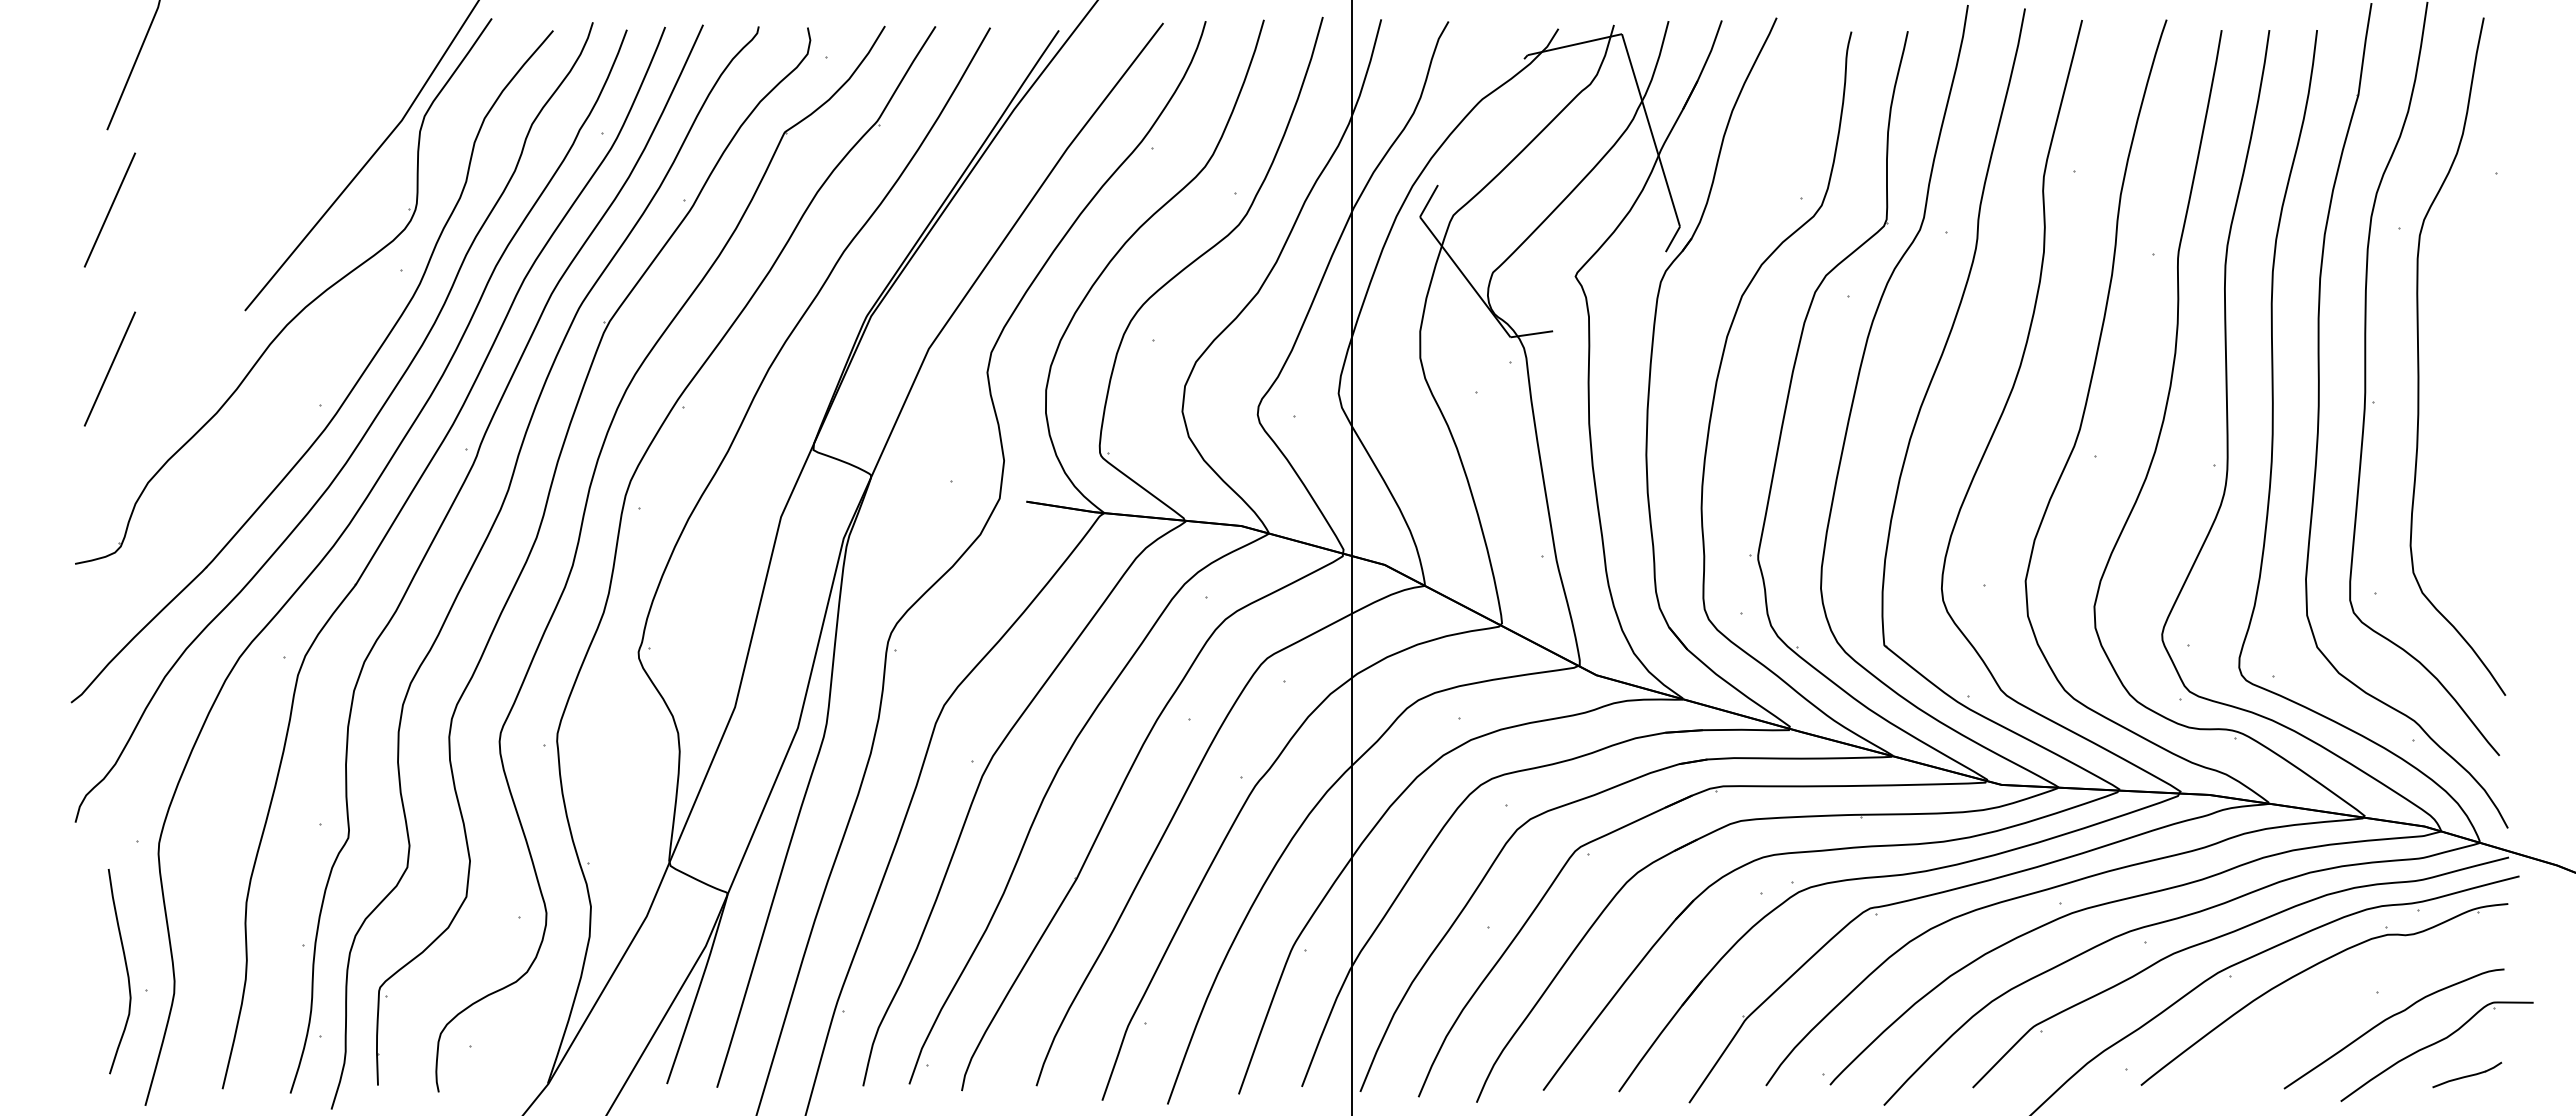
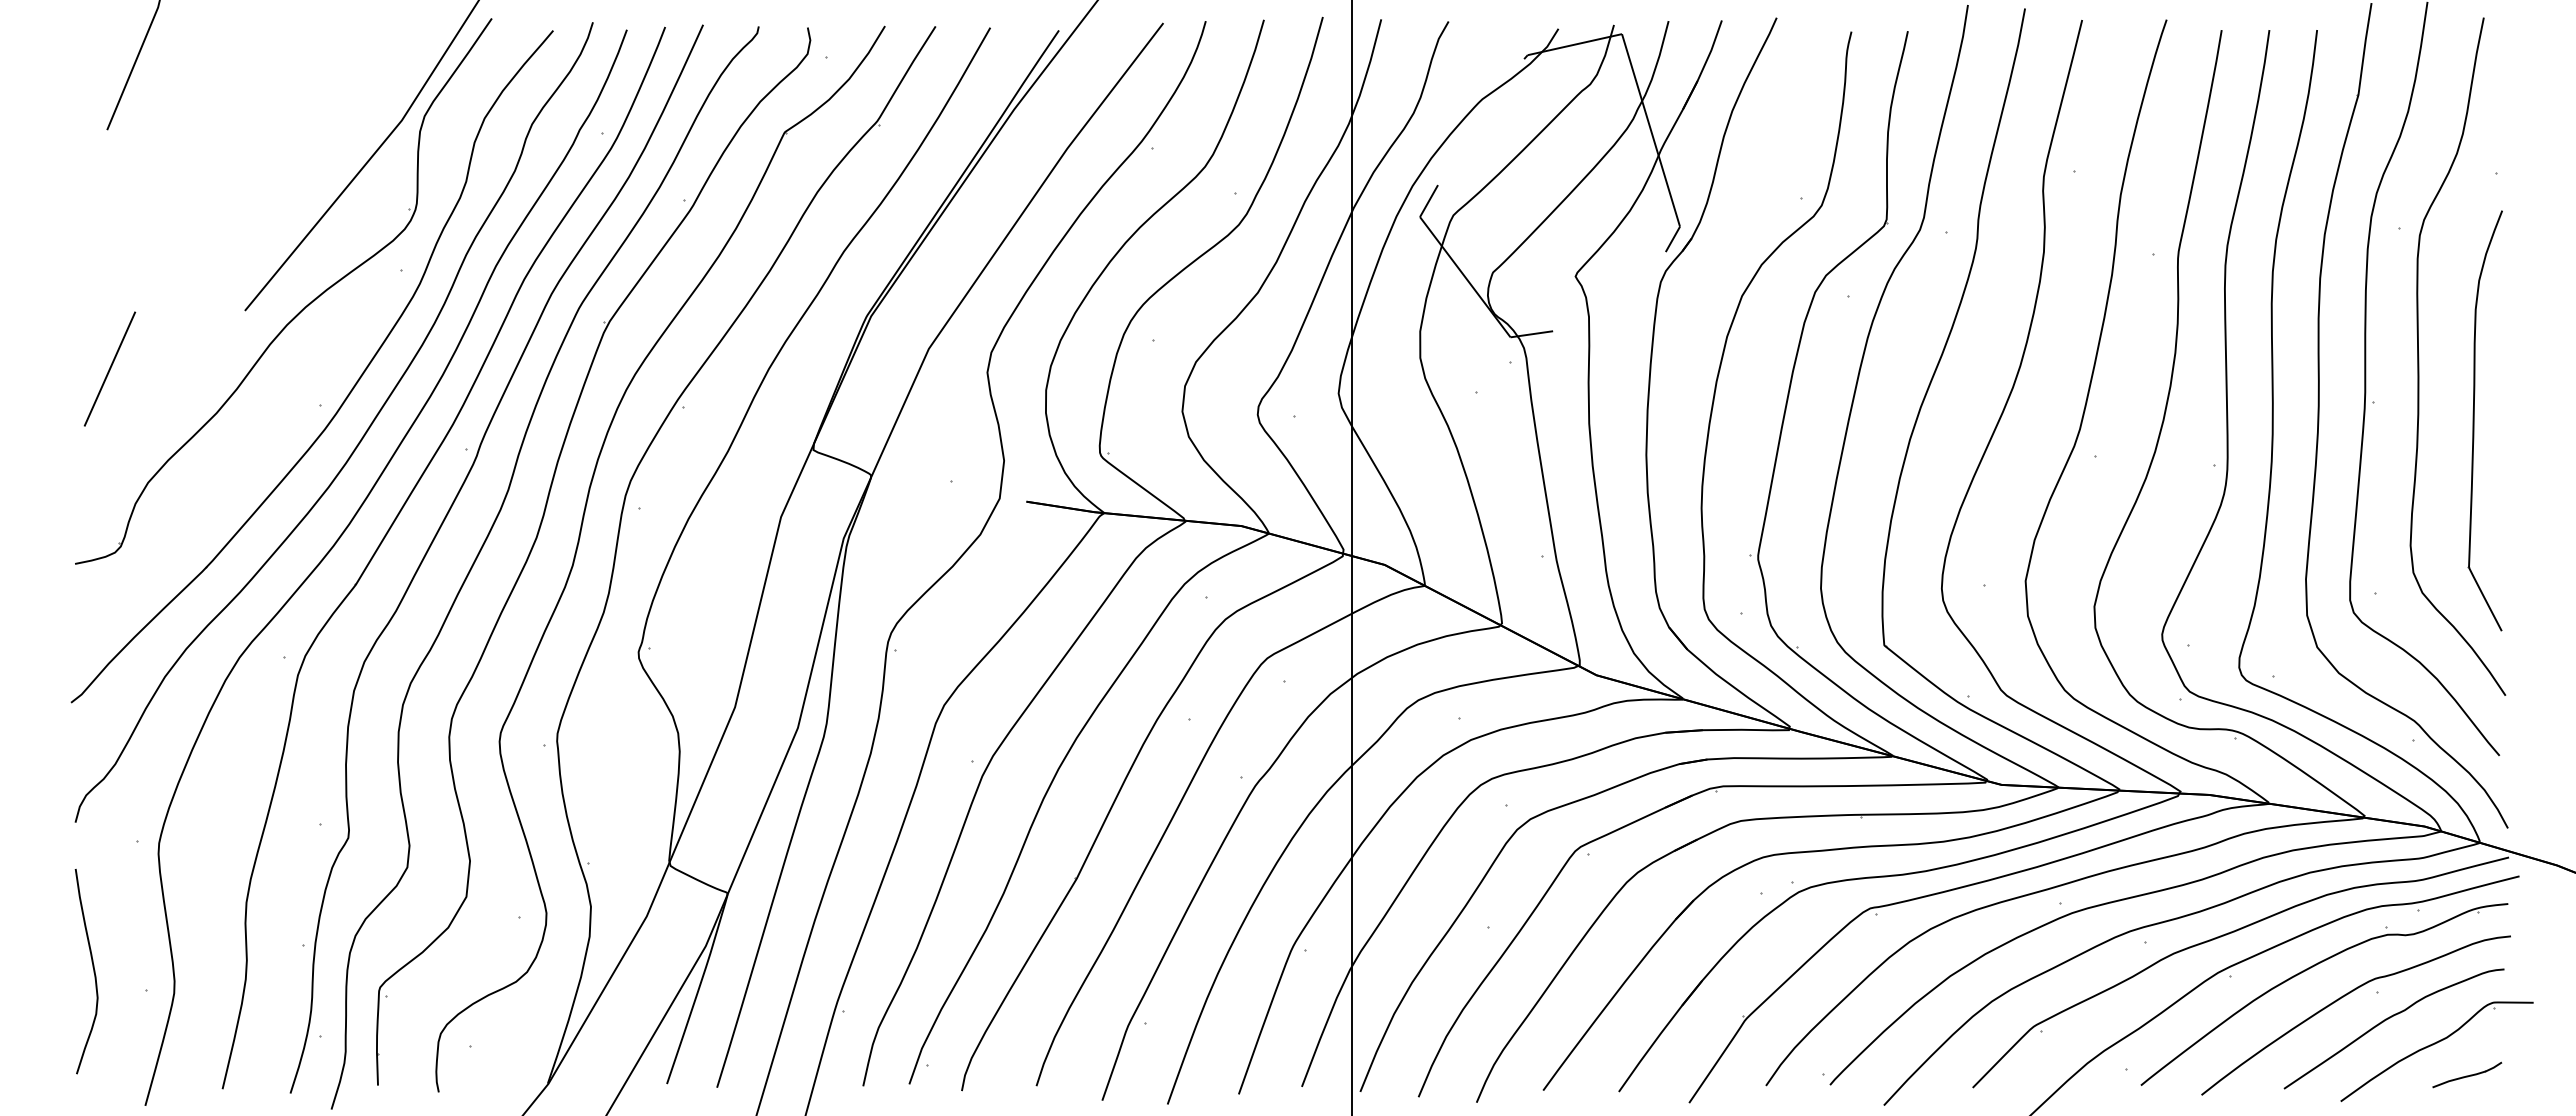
line at (109, 209): present -> none
part at (2474, 420): none -> present
curve at (126, 971) position: (126, 971) -> (93, 971)
curve at (2345, 996): none -> present
